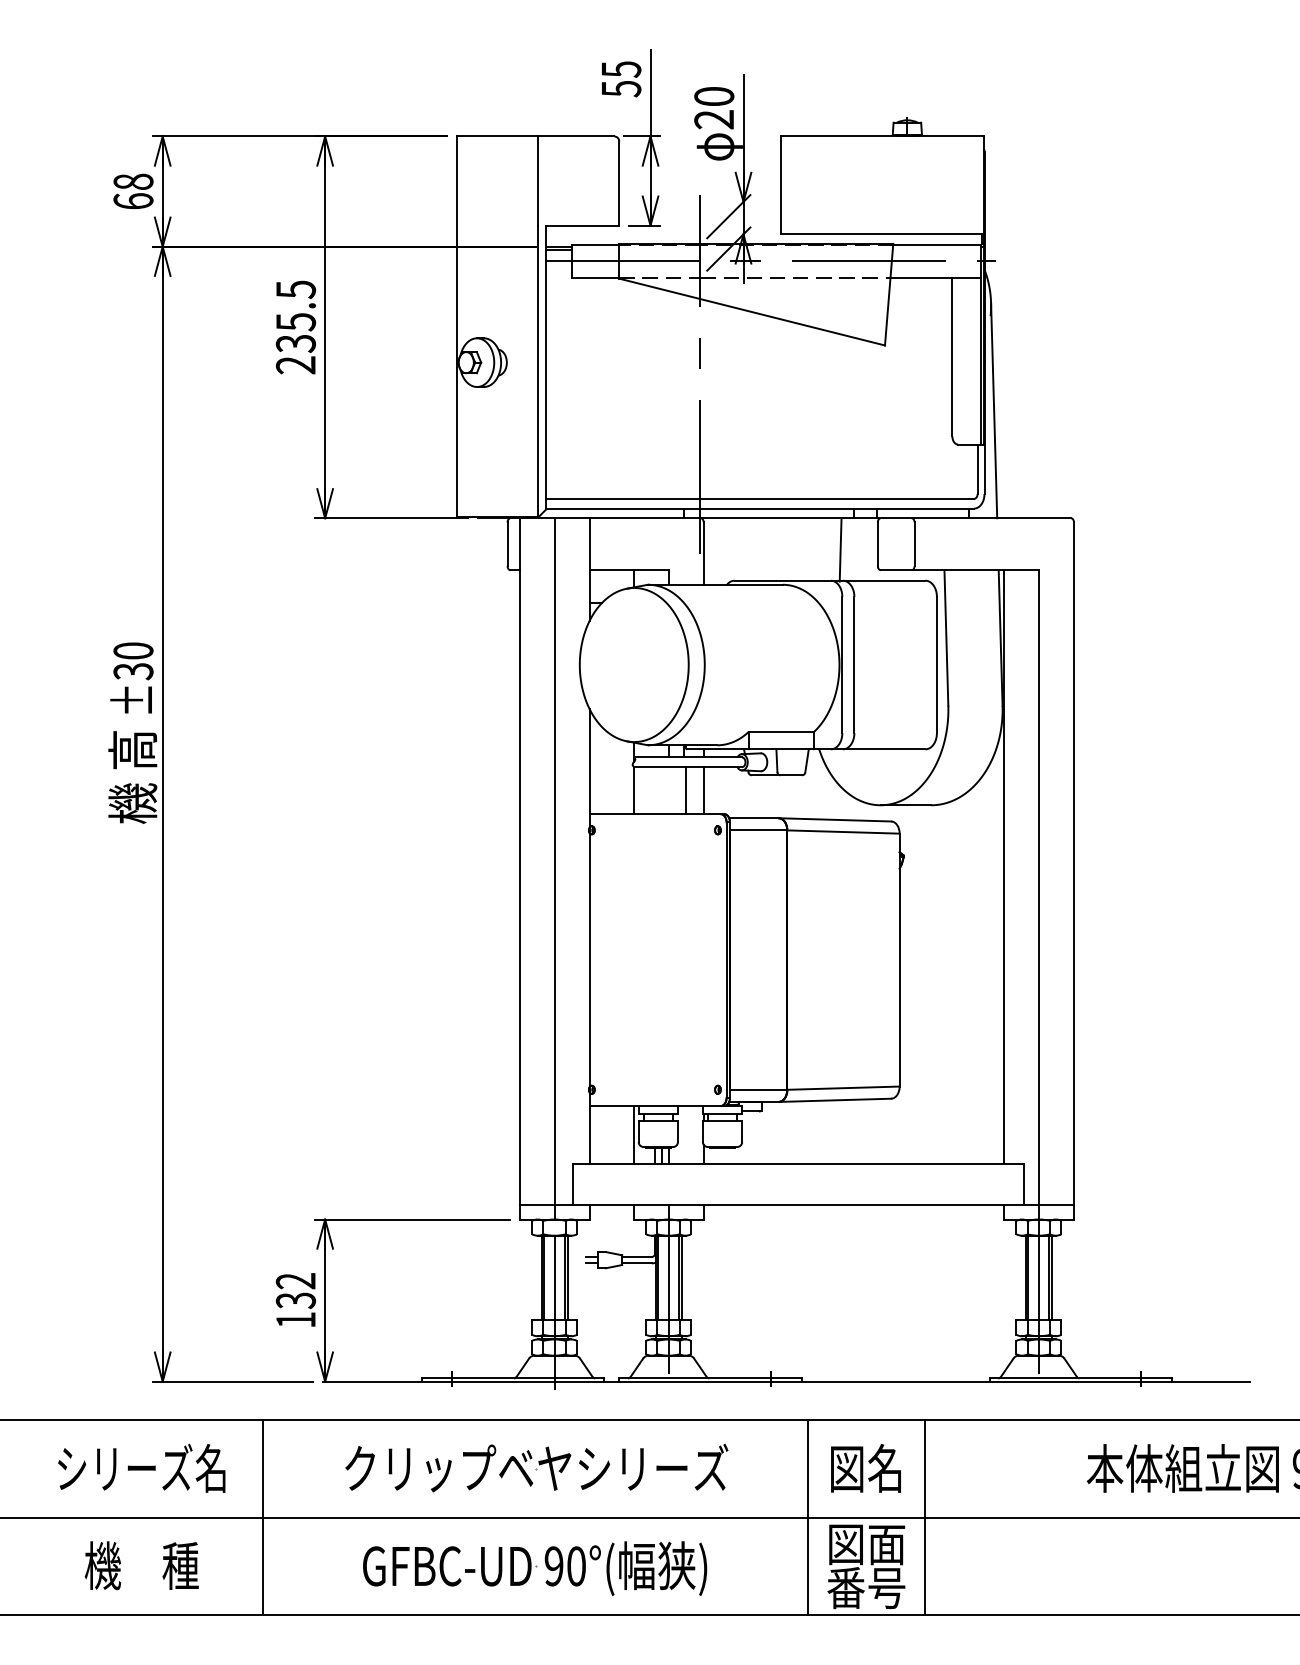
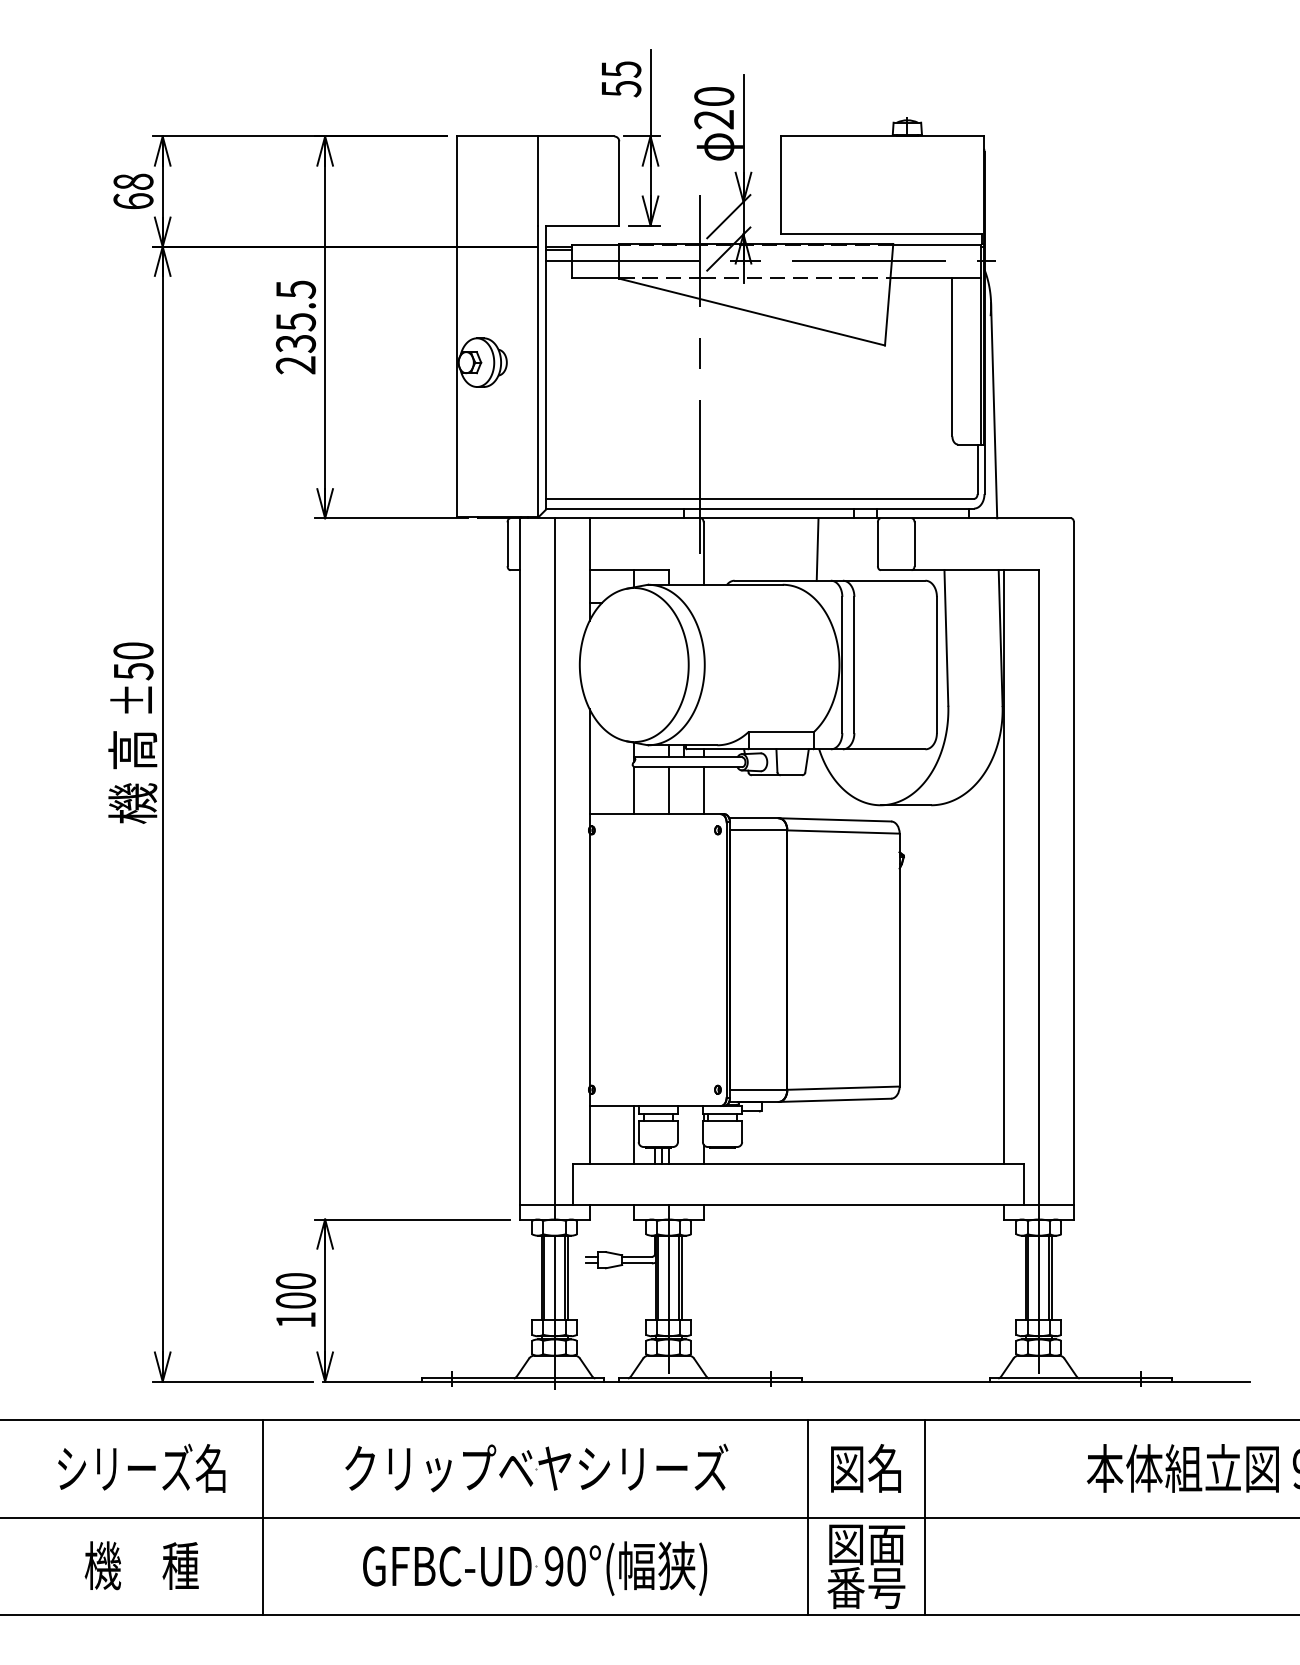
line at (840, 550) position: (840, 550) -> (817, 549)
text at (133, 671): ±30 -> ±50
line at (685, 790) position: (685, 790) -> (668, 790)
text at (295, 1291): 132 -> 100
